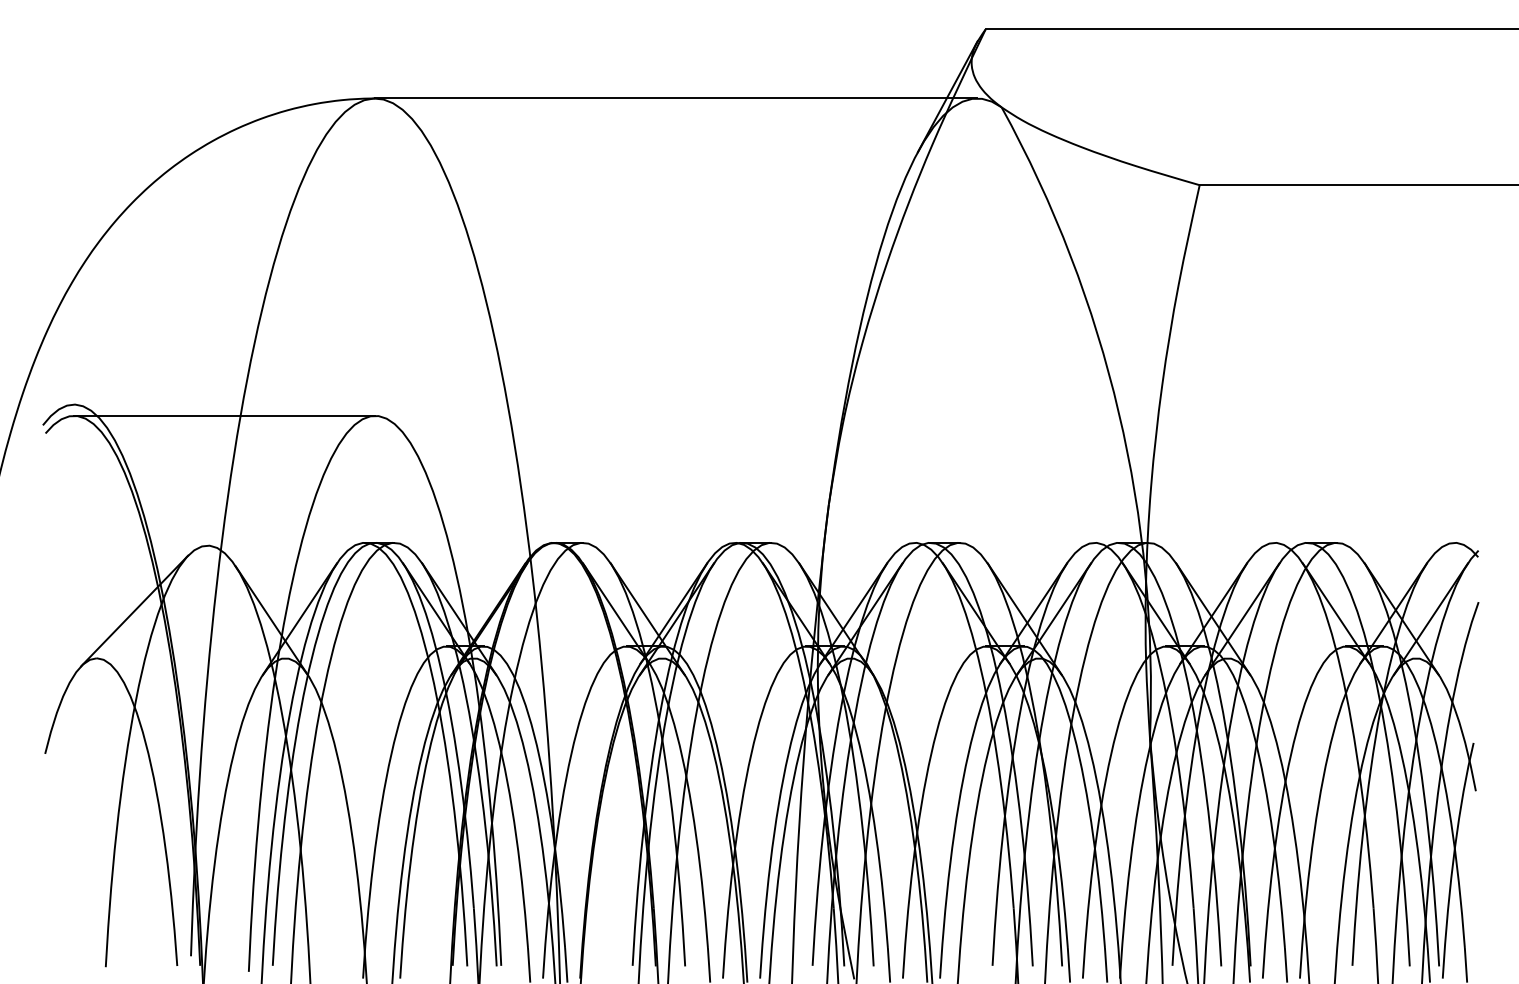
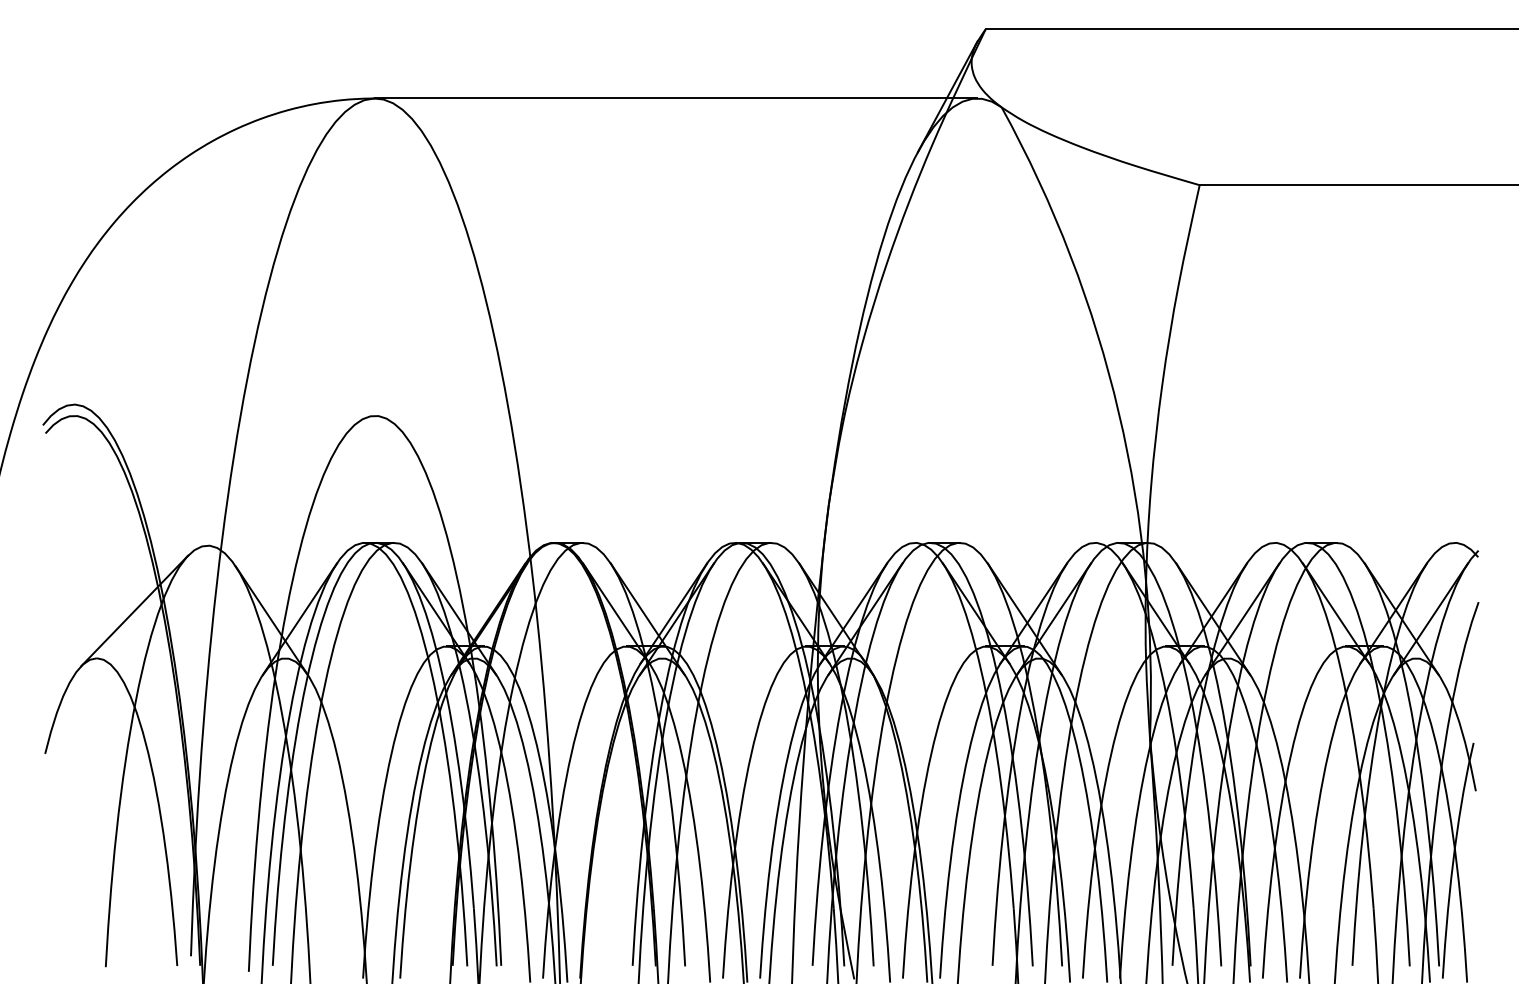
line at (224, 415): present -> none
